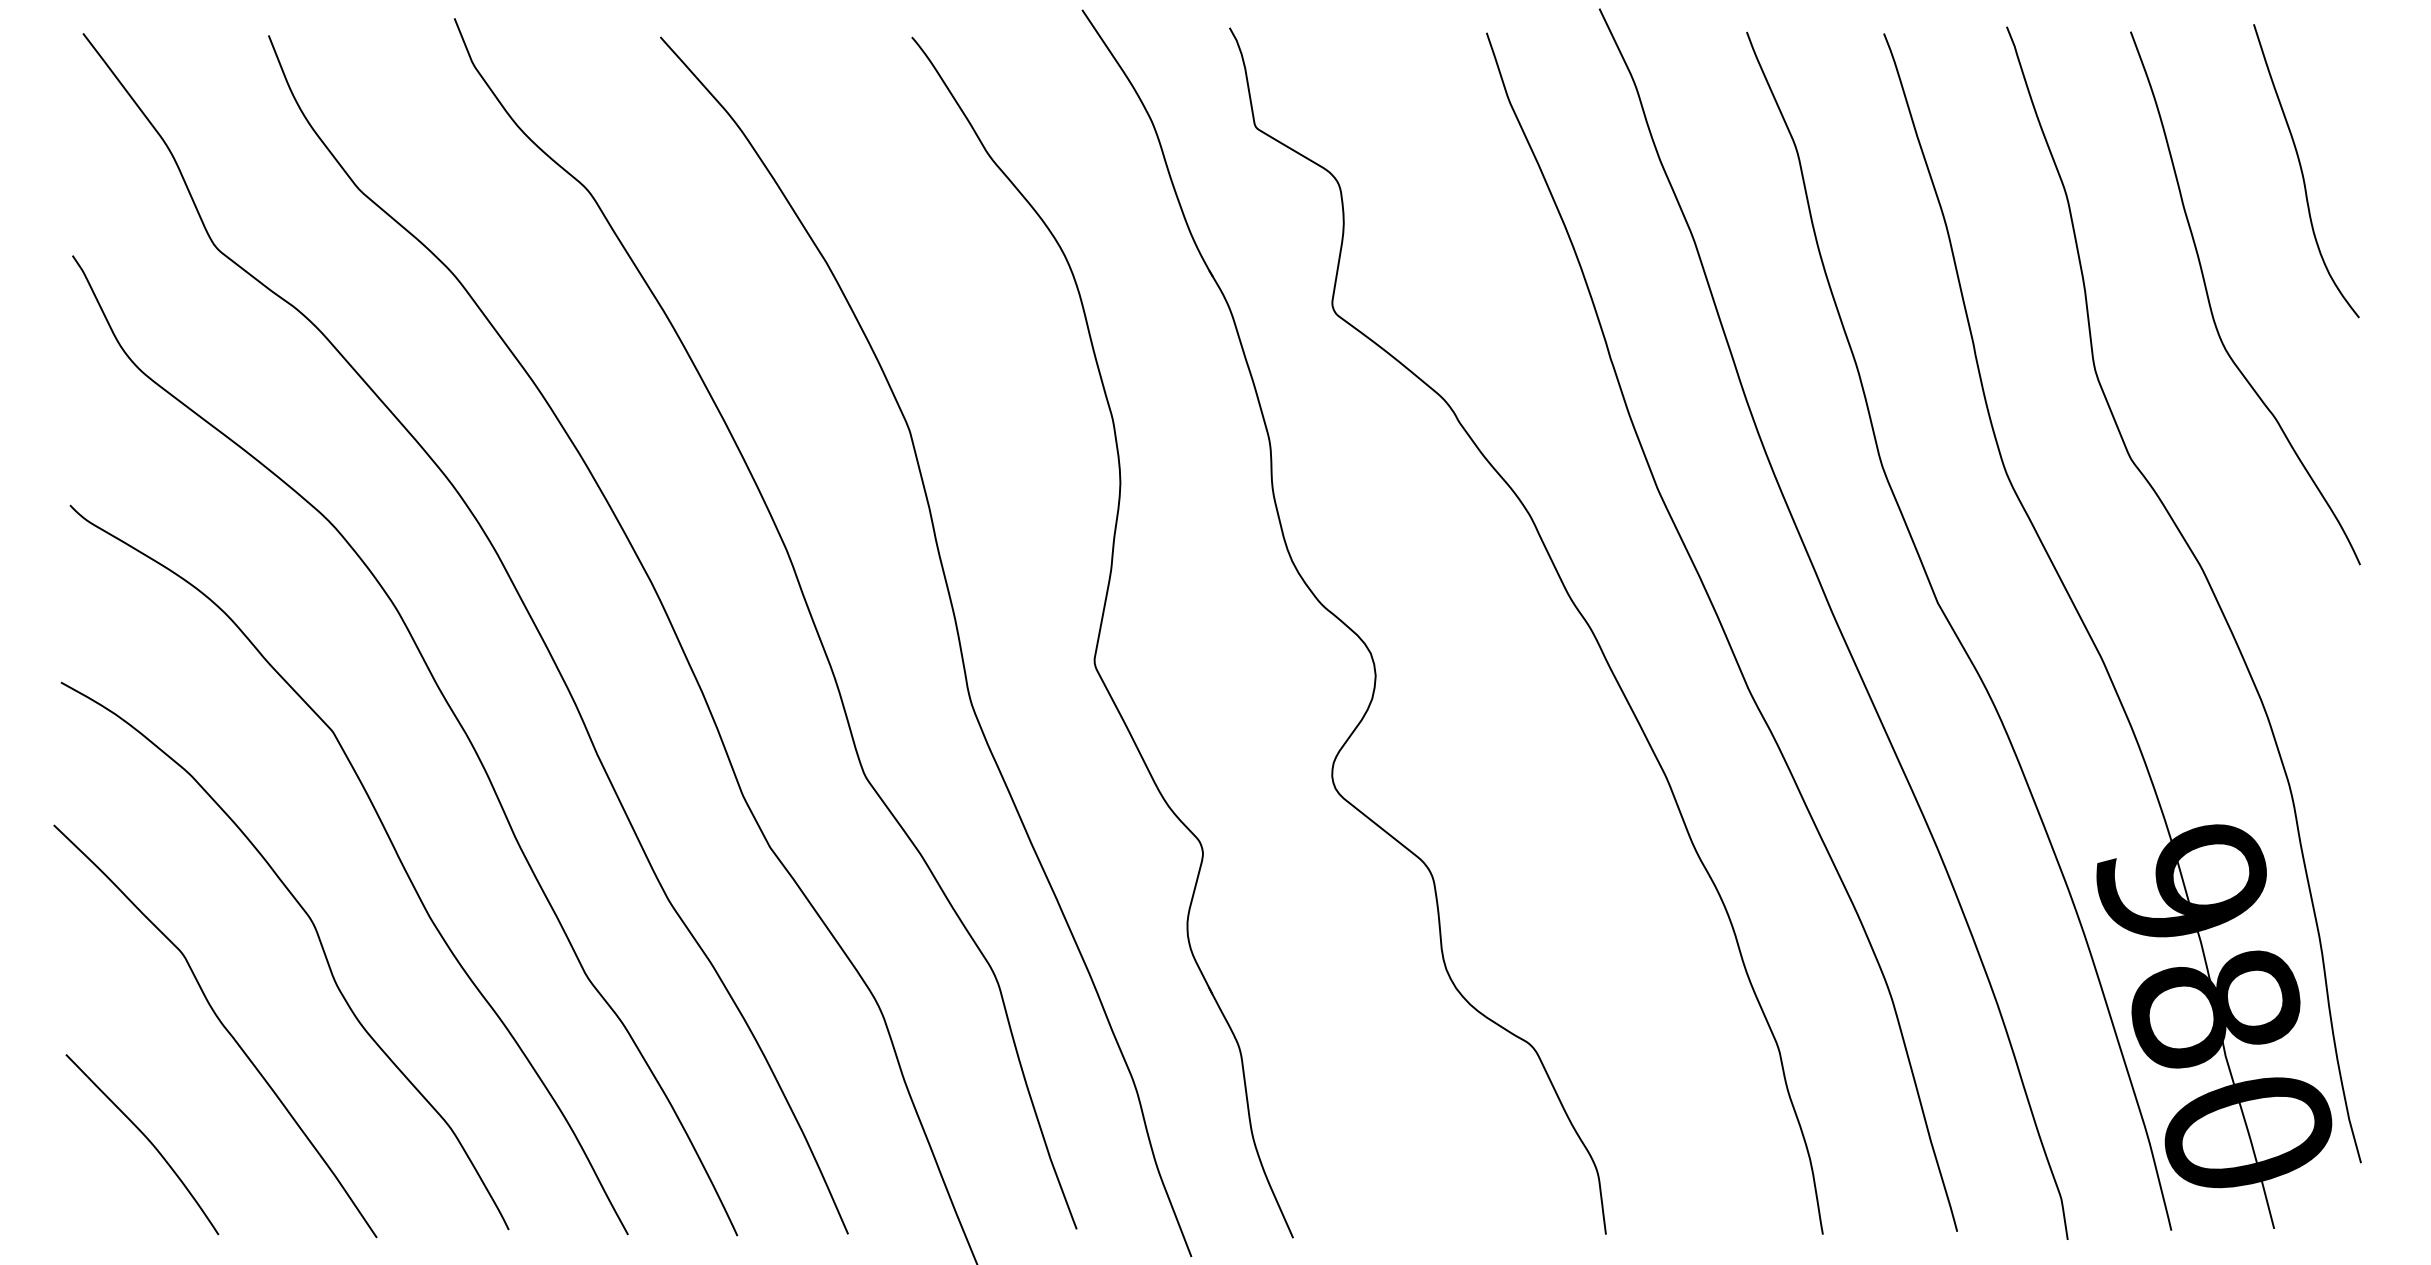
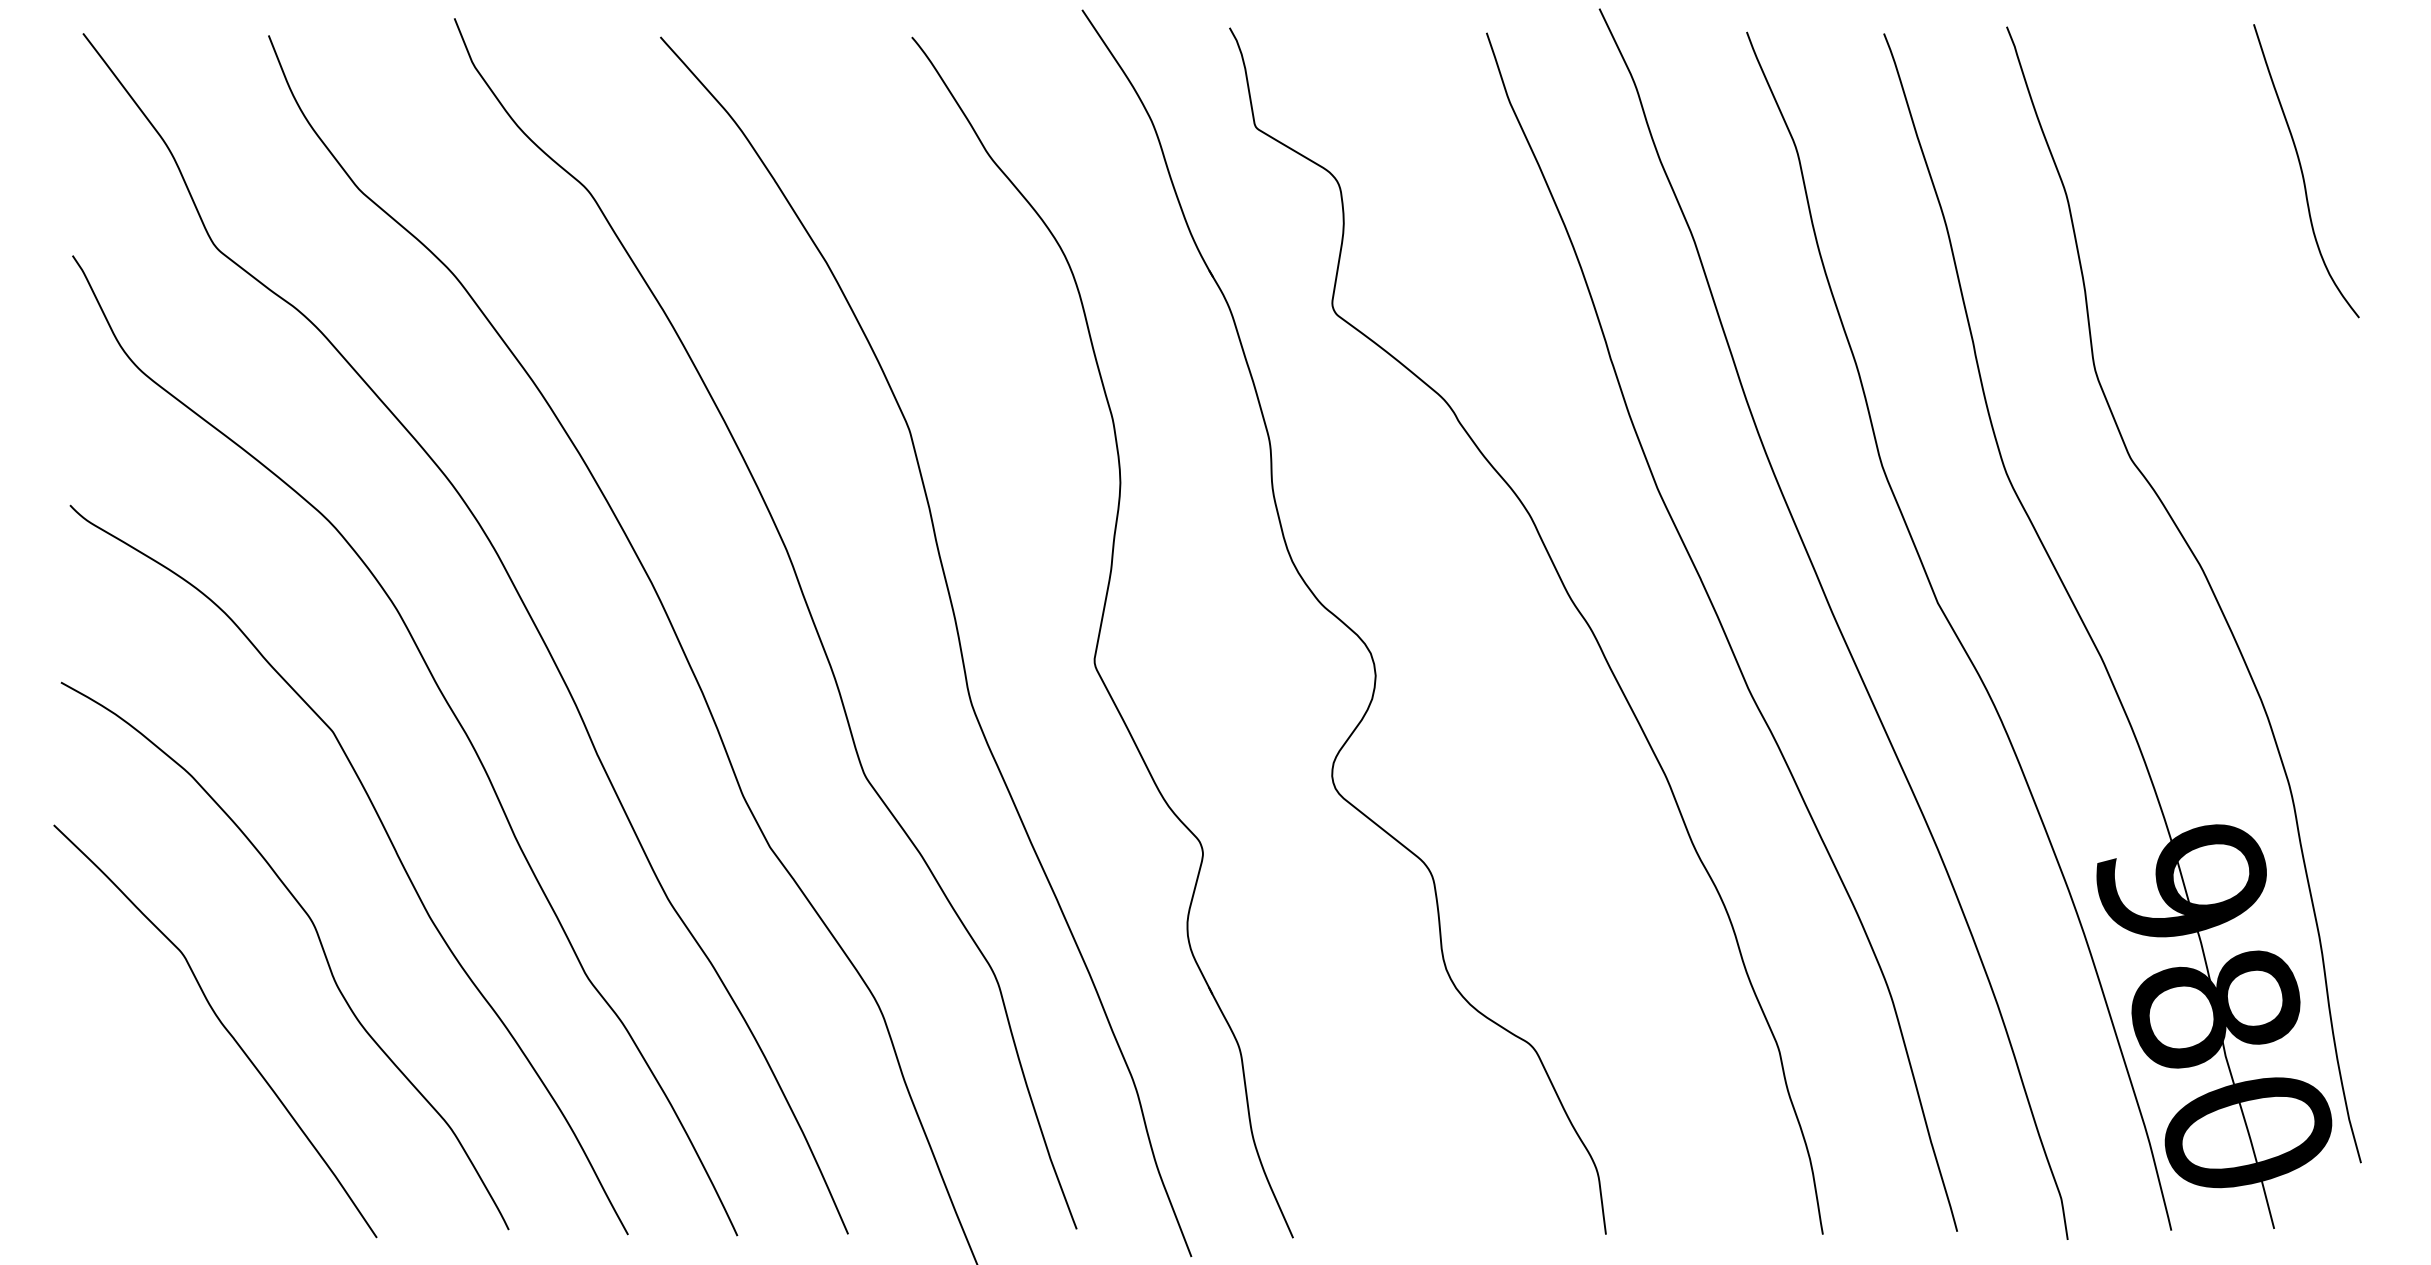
curve at (2211, 306): present -> none
curve at (146, 1139): present -> none
